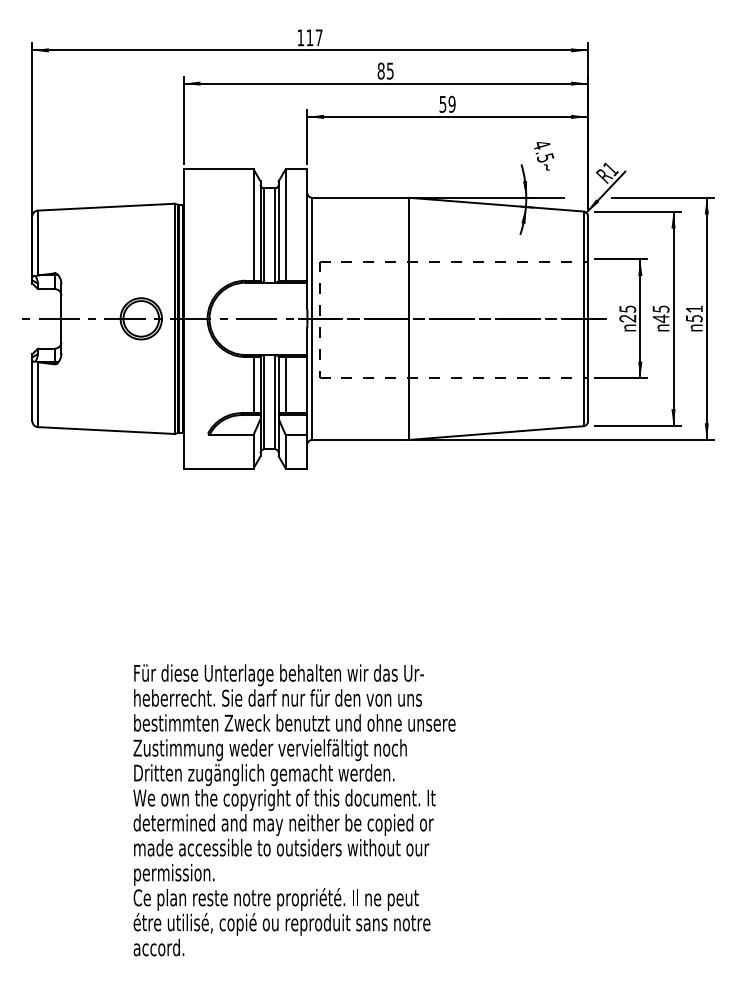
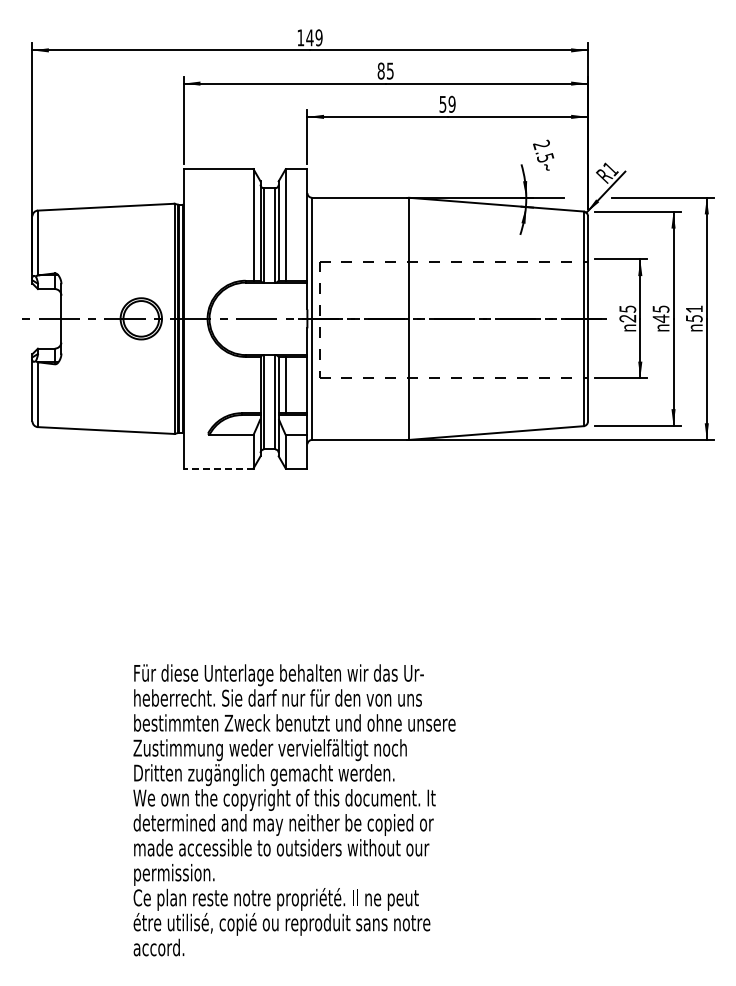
text at (314, 37): 117 -> 149
text at (541, 144): 4.5 -> 2.5
line at (253, 384): present -> none
line at (218, 468): solid -> dashed
